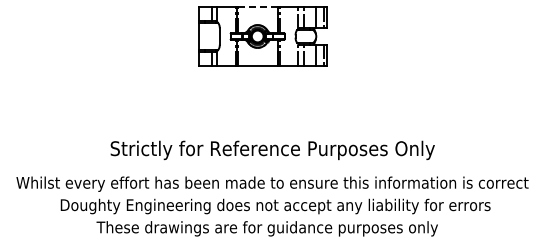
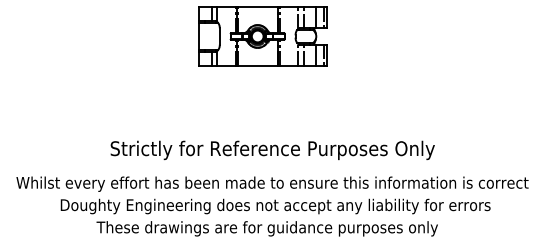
line at (257, 7): dashed -> solid
